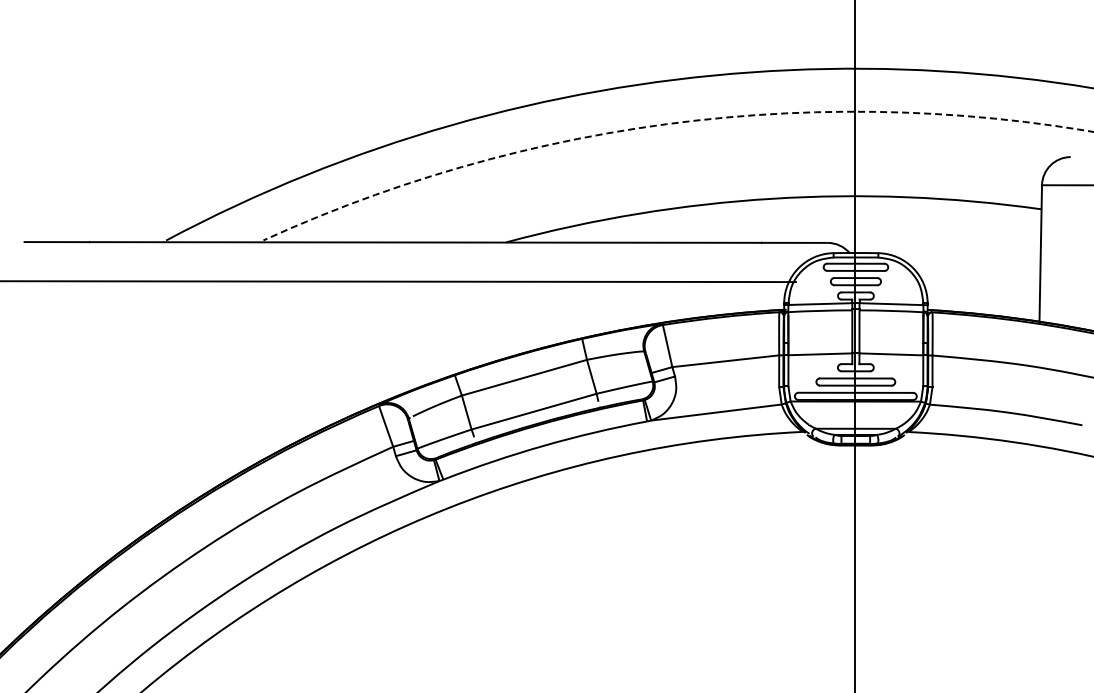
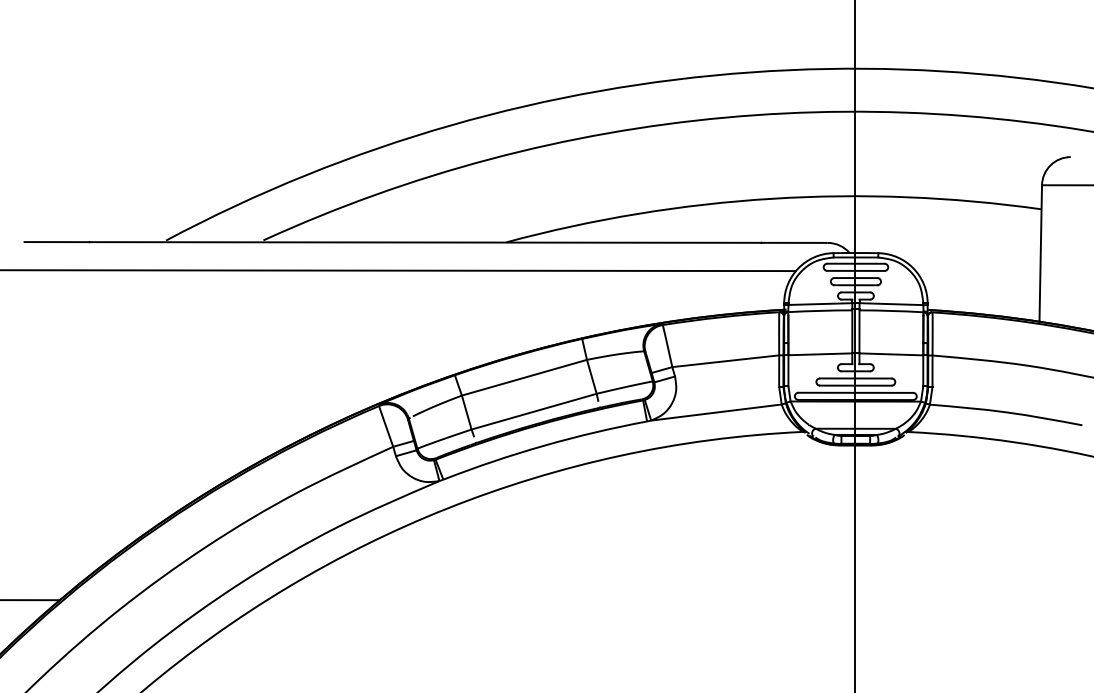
arc at (669, 123): dashed -> solid
line at (398, 281) position: (398, 281) -> (398, 270)
line at (30, 600): none -> present
